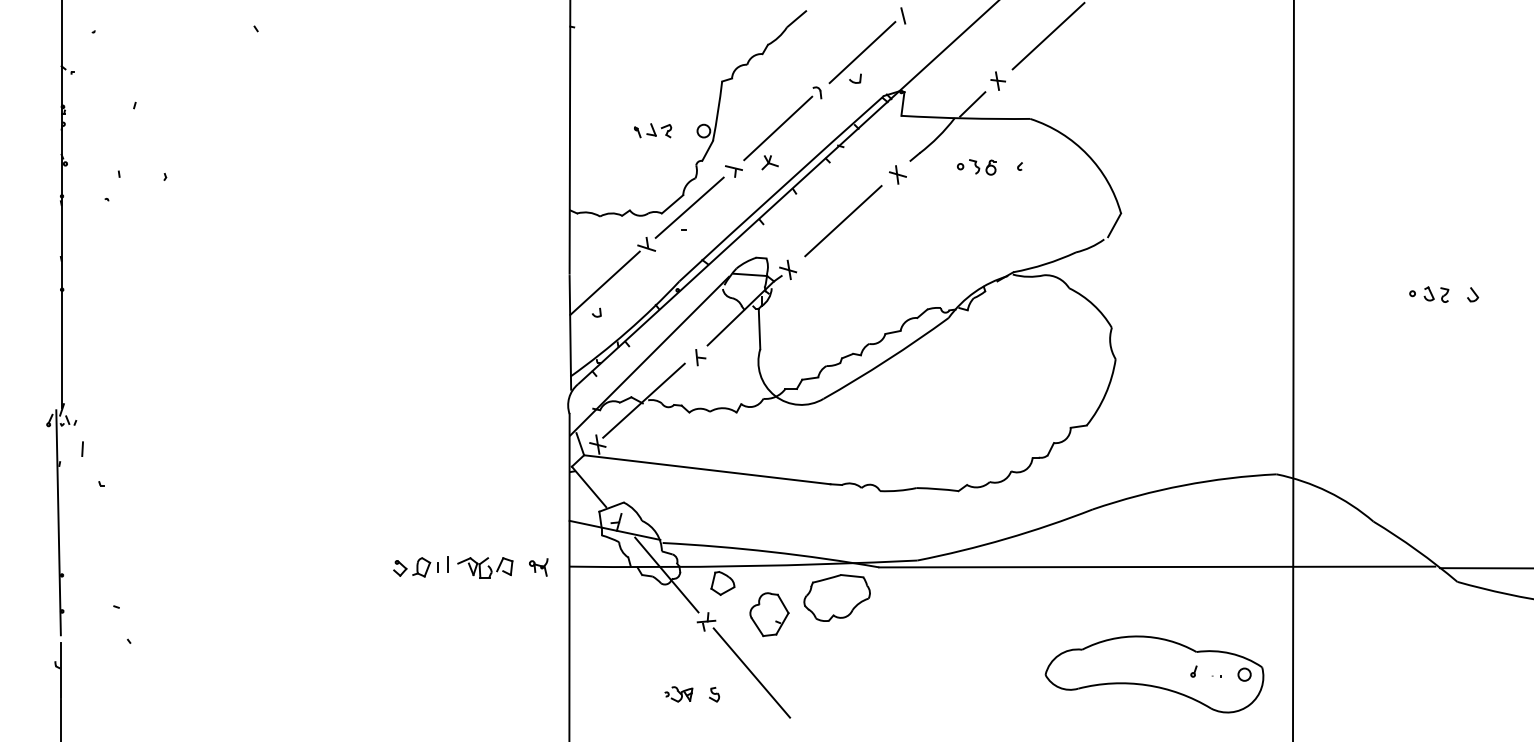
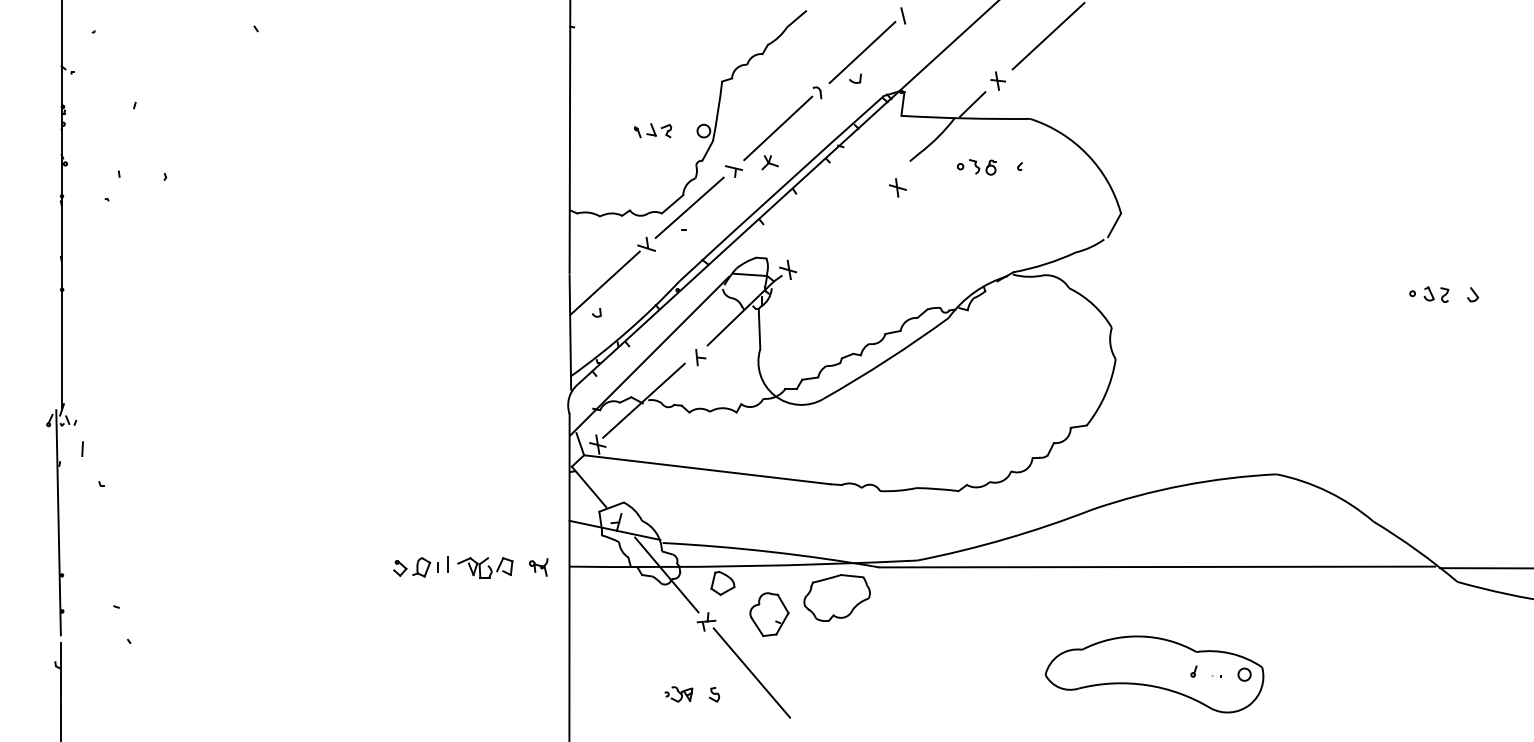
part at (897, 174) position: (897, 174) -> (897, 187)
line at (843, 221): present -> none
line at (1293, 370): present -> none
